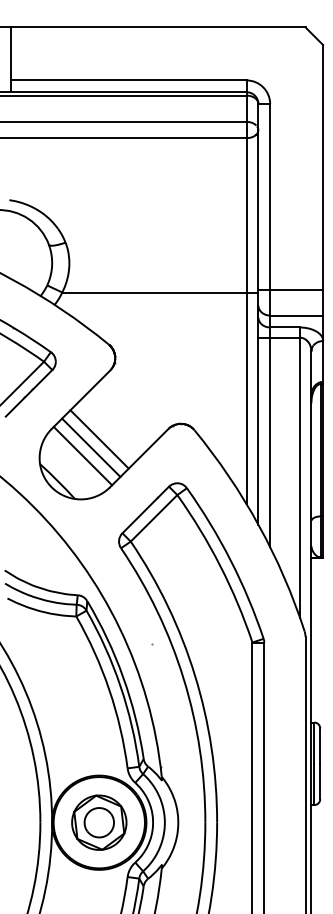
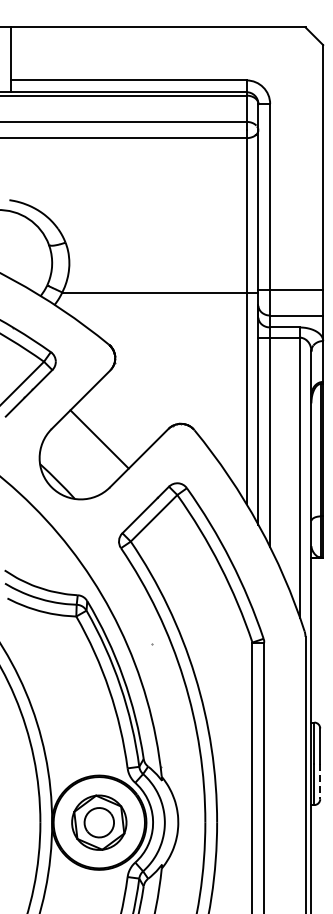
line at (91, 447): present -> none
line at (82, 455): present -> none
line at (320, 781): solid -> dashed
